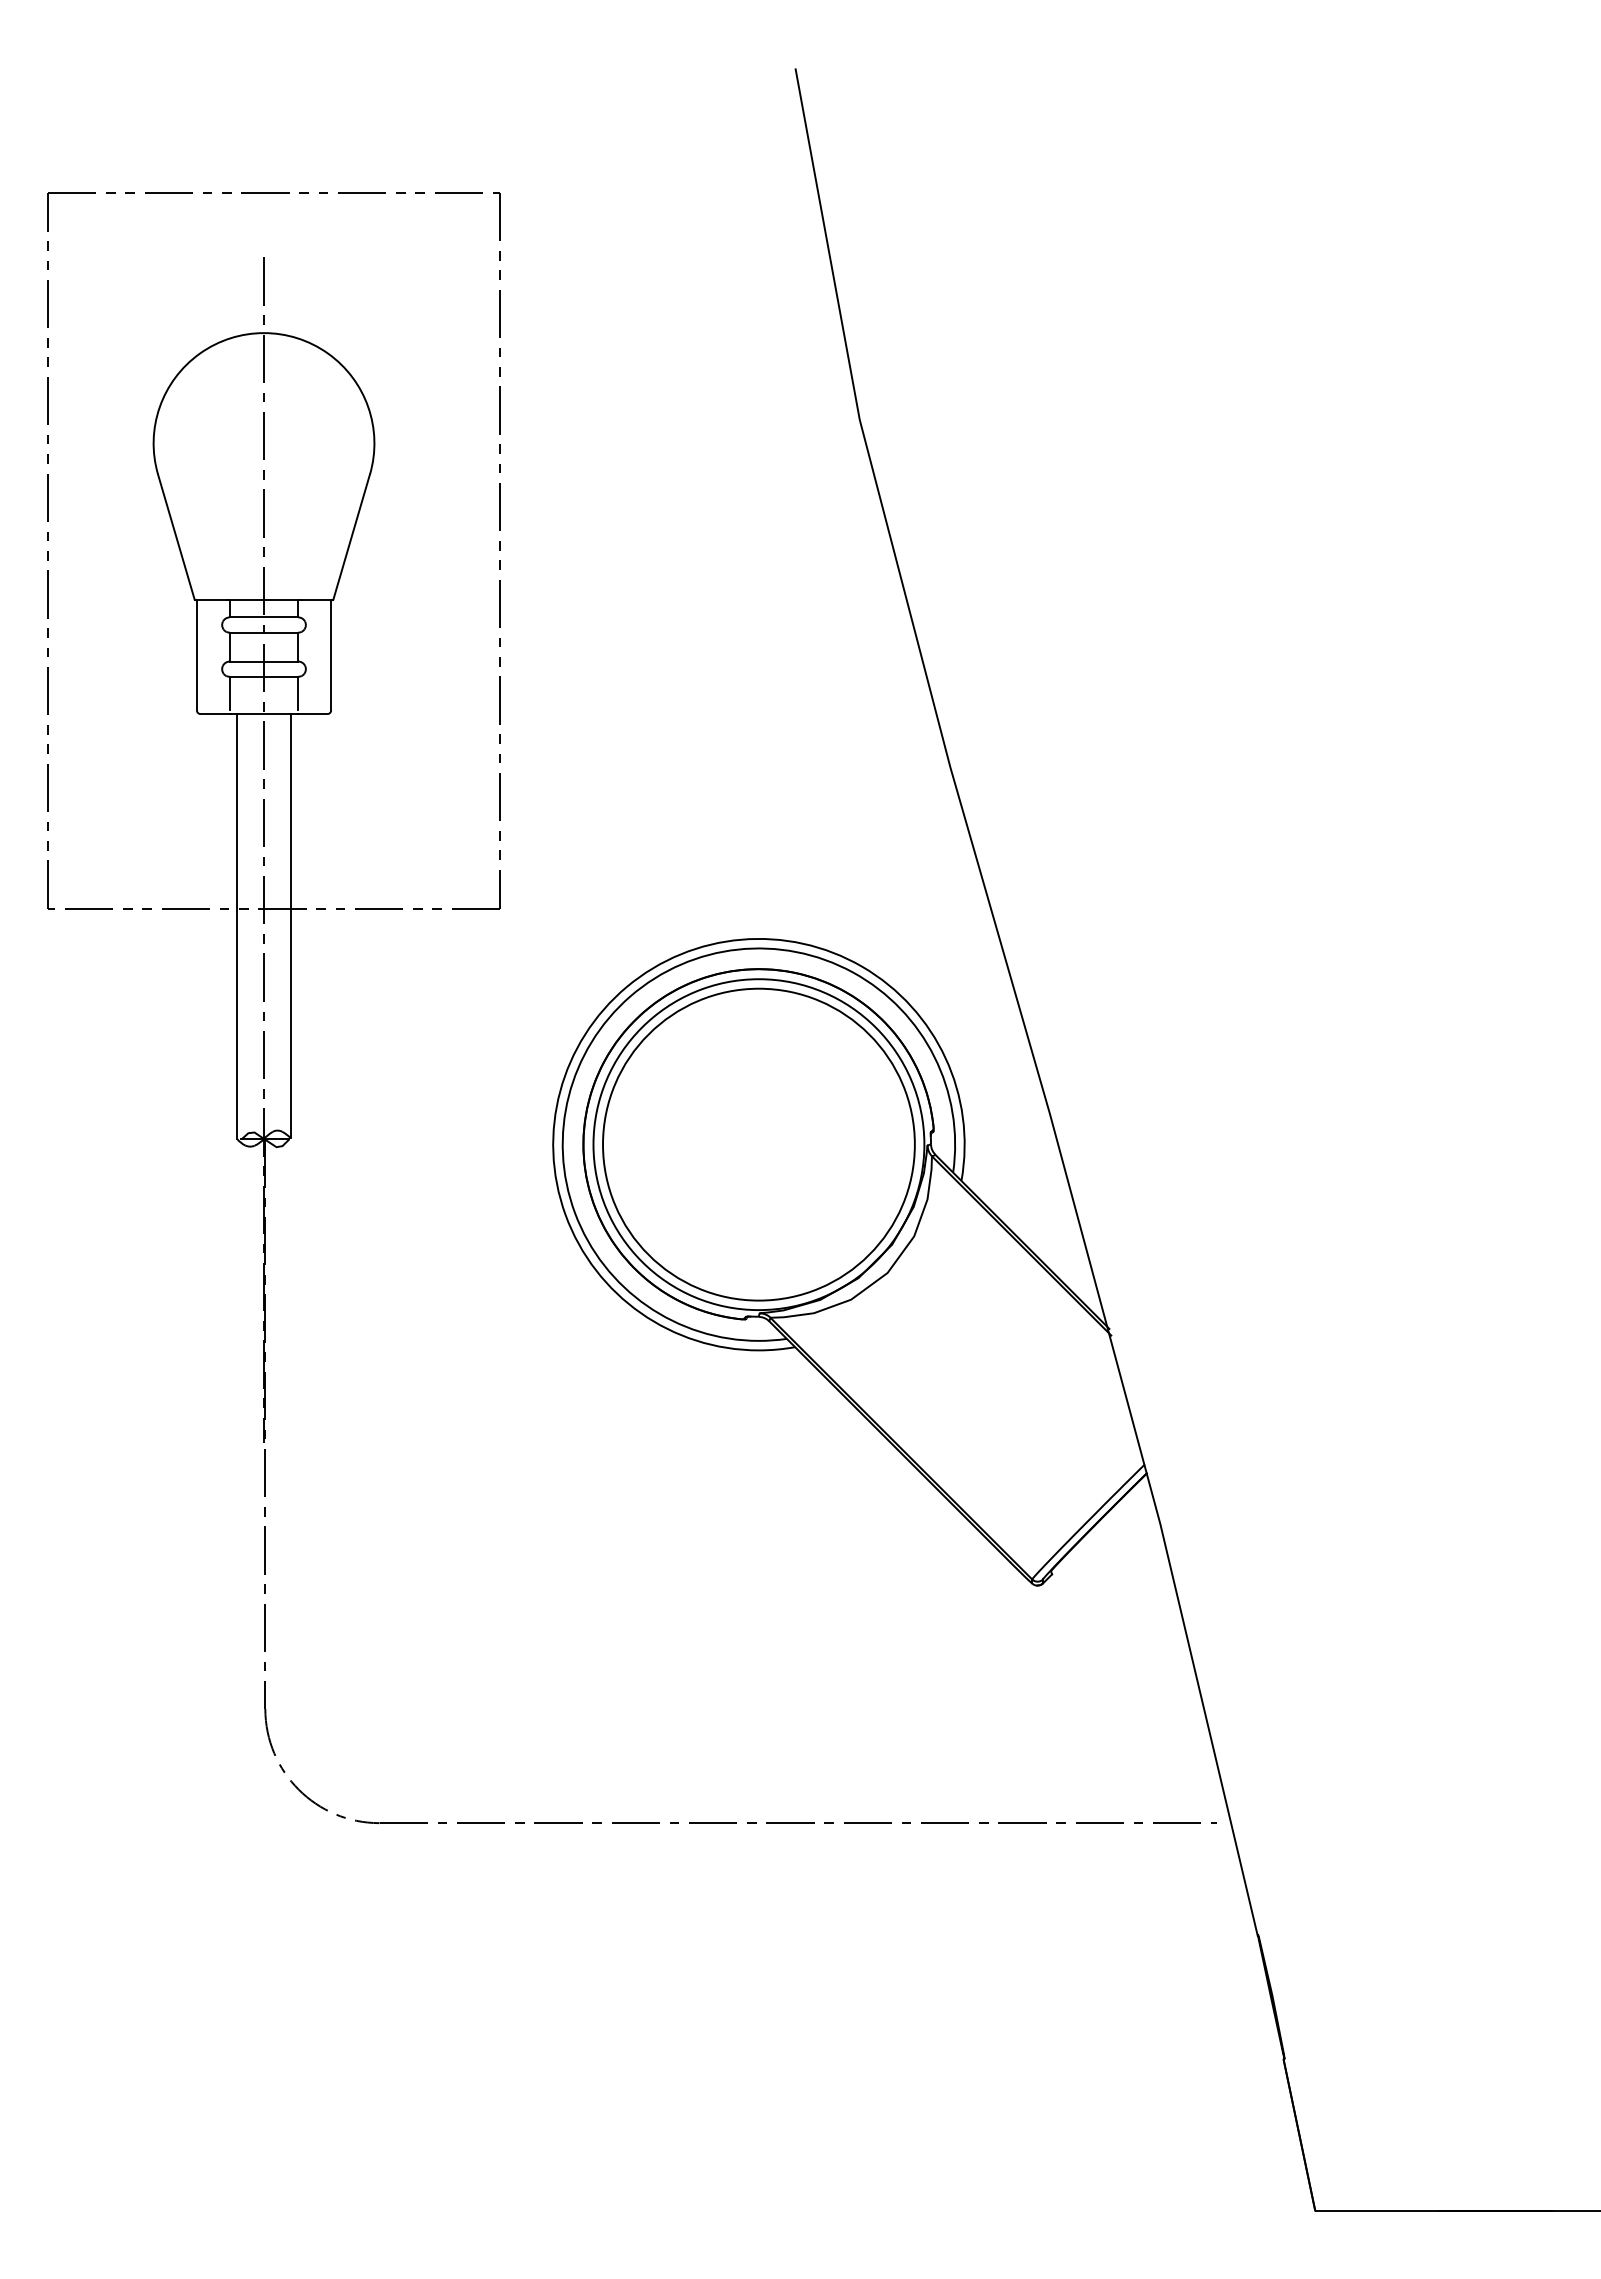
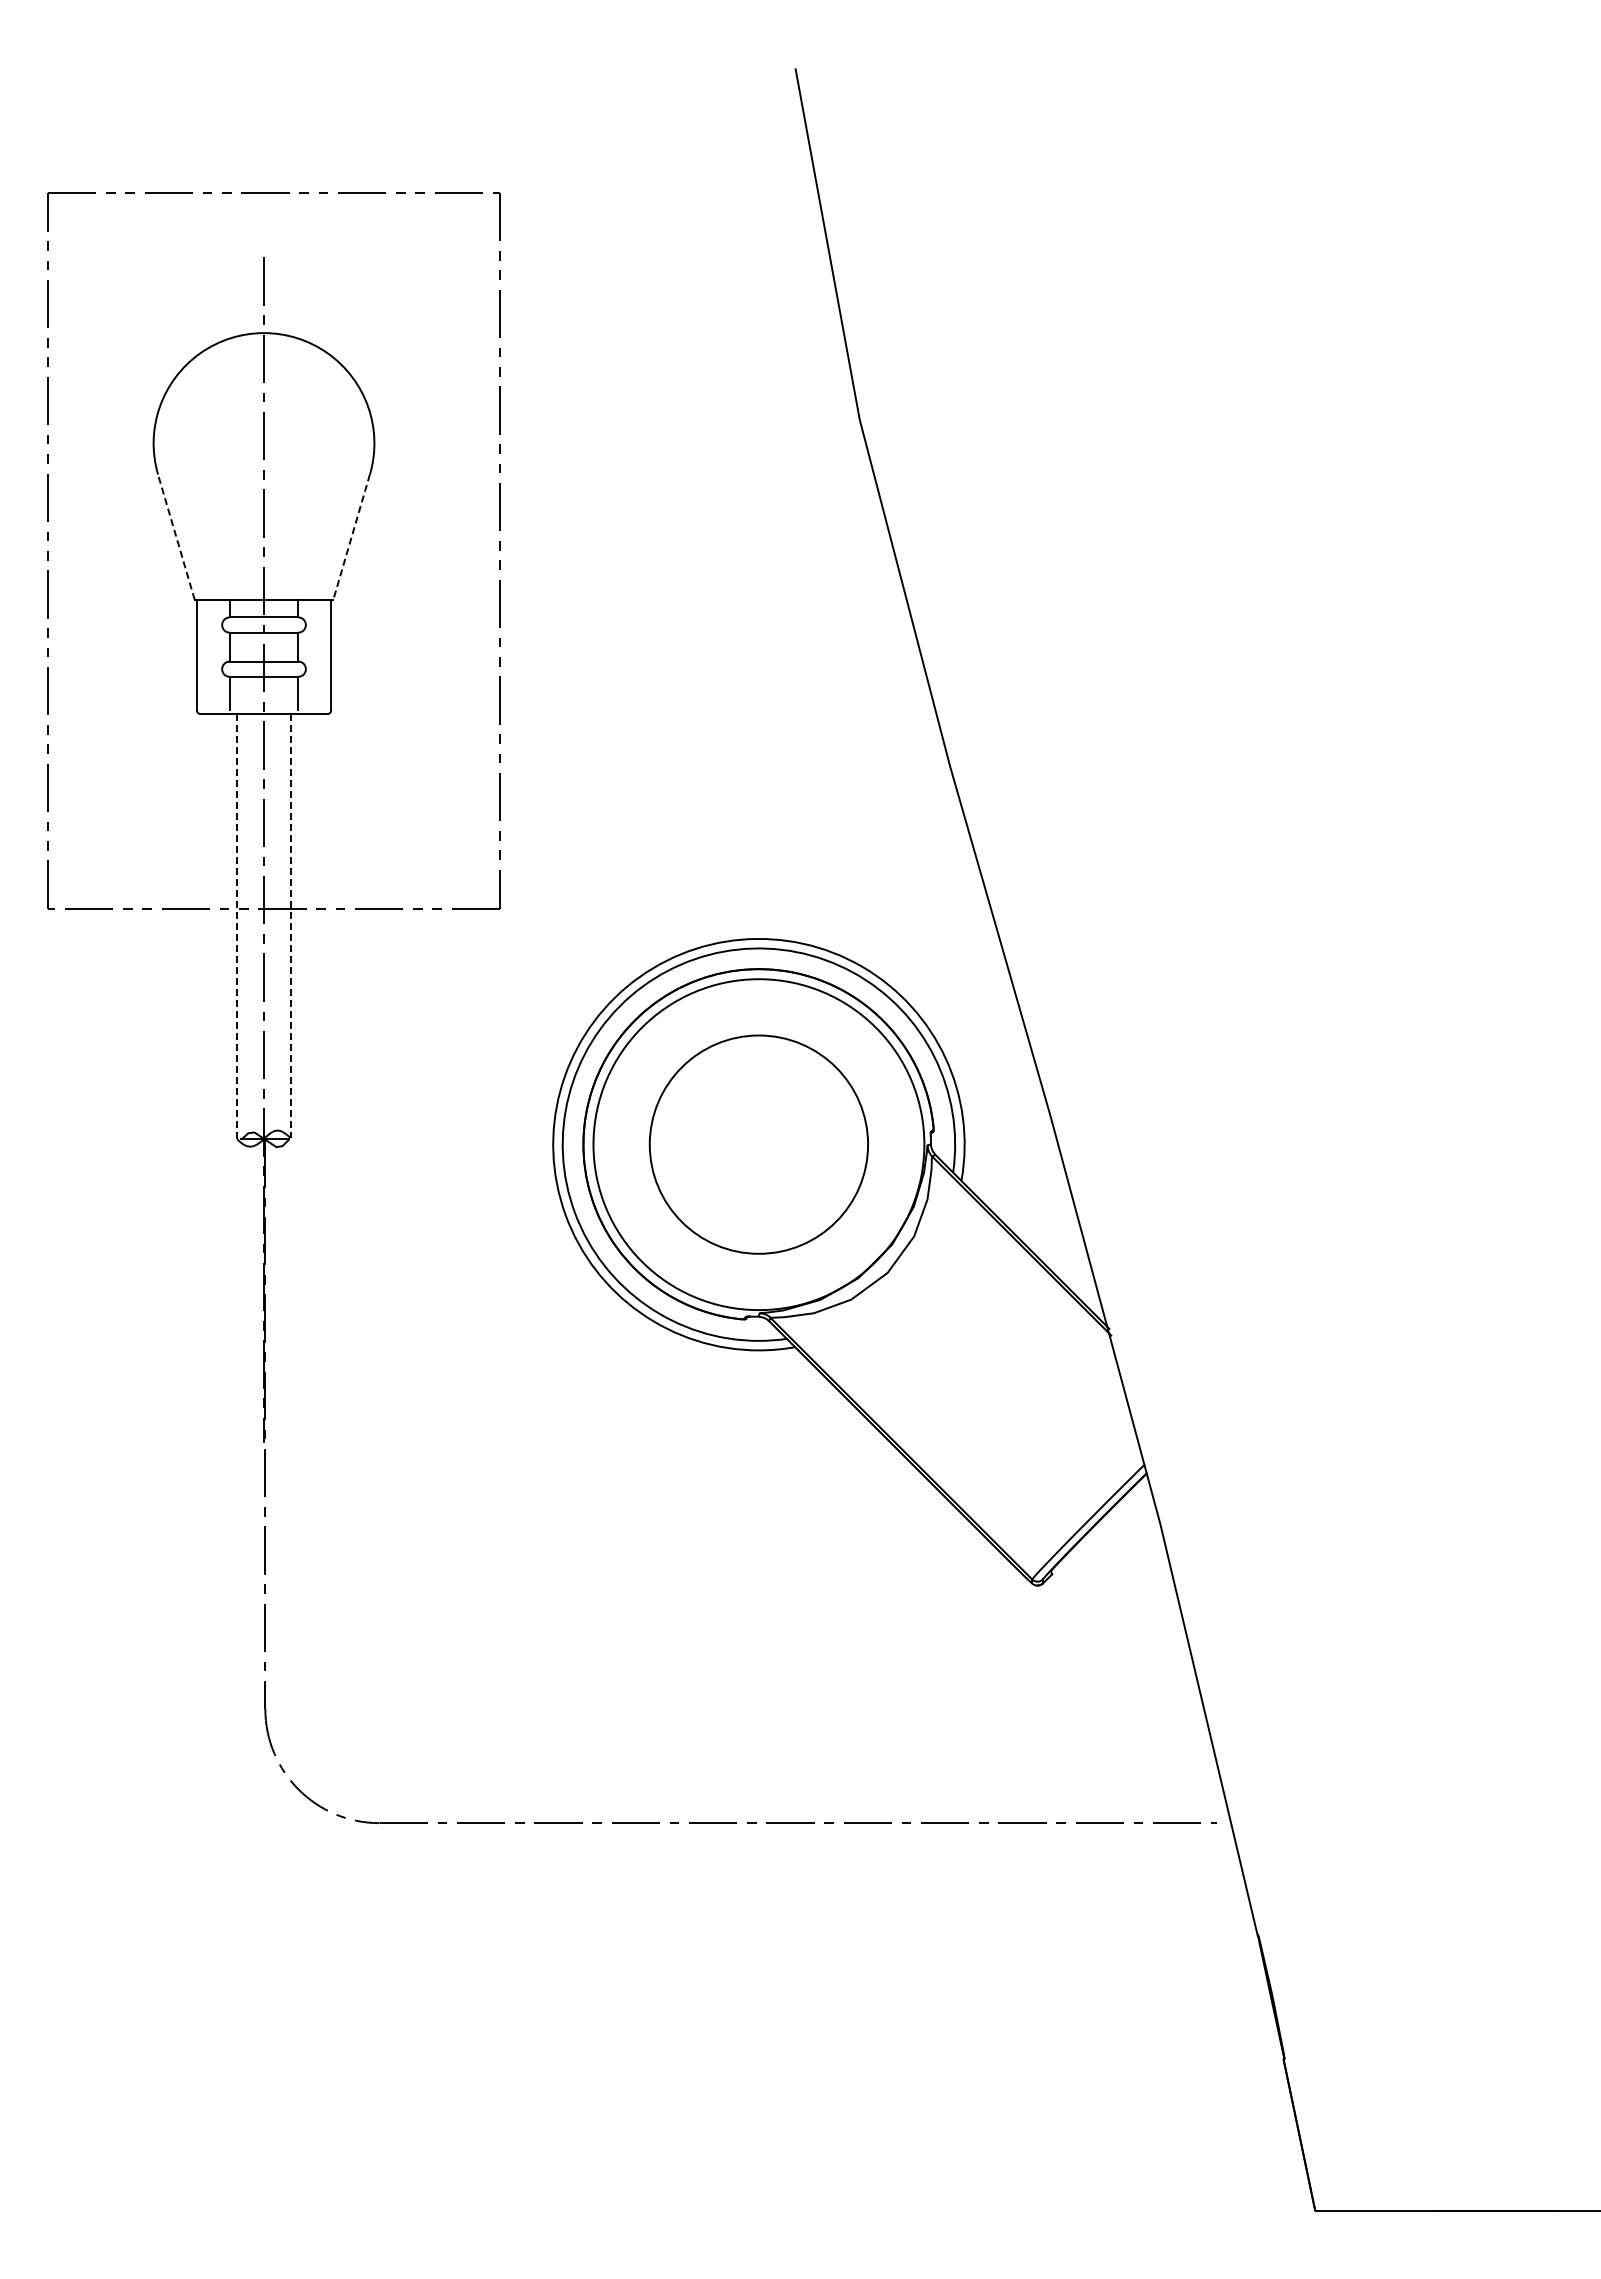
line at (176, 536): solid -> dashed
line at (351, 537): solid -> dashed
line at (237, 926): solid -> dashed
line at (290, 926): solid -> dashed
circle at (758, 1144) diameter: 312 px -> 218 px
